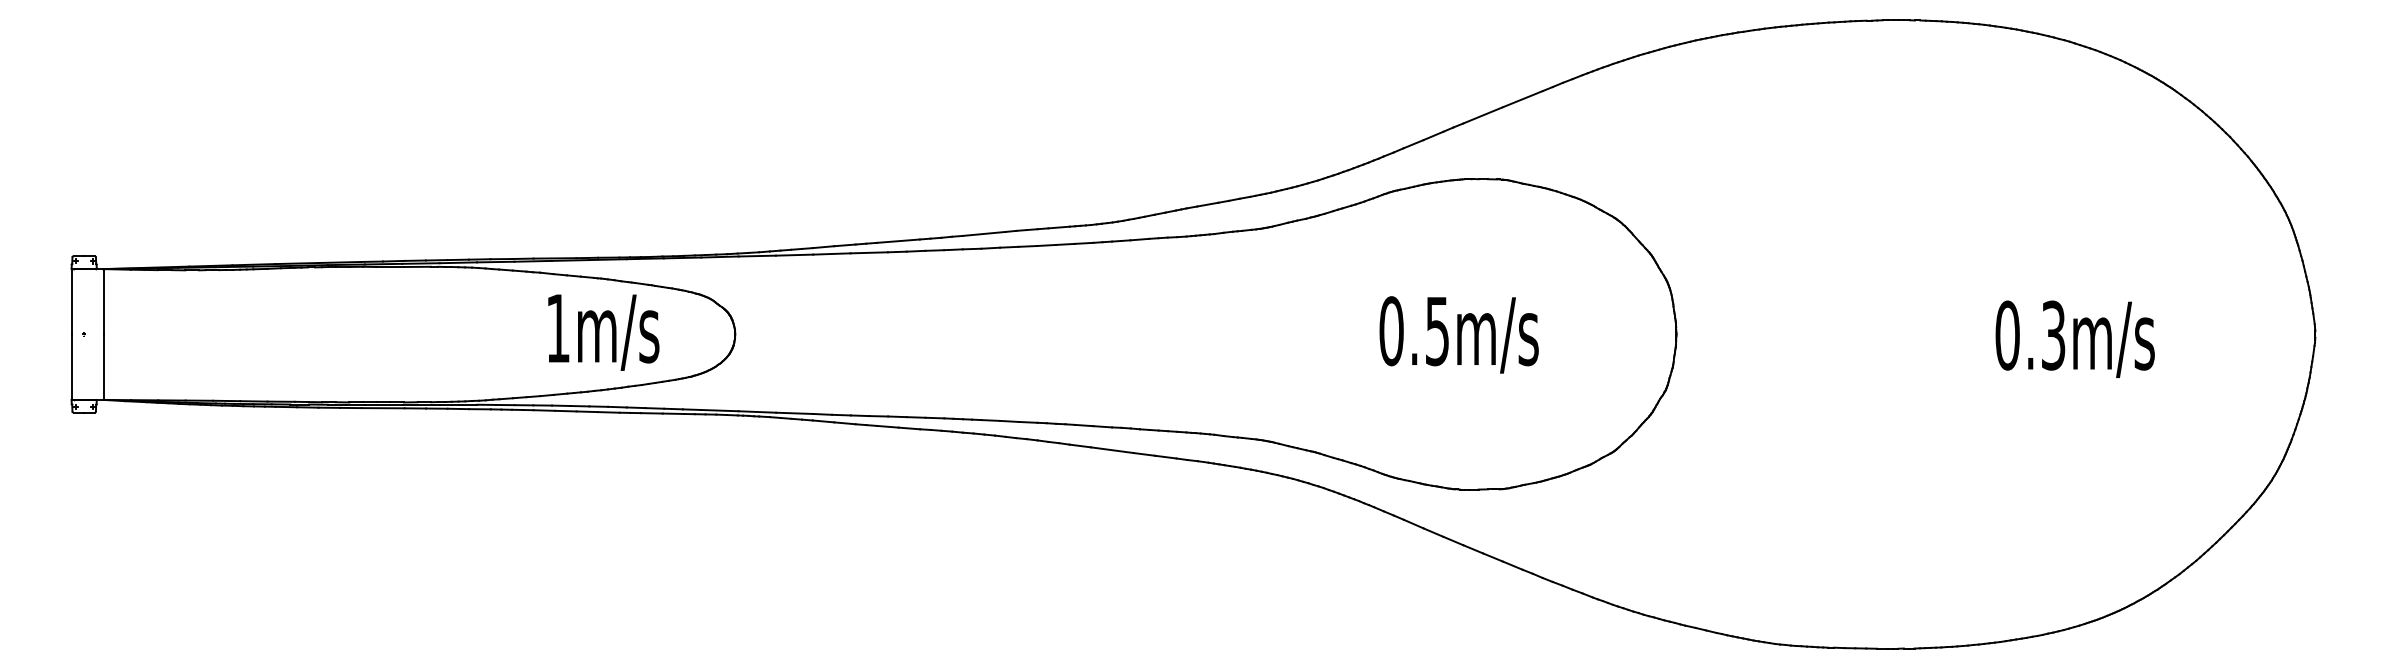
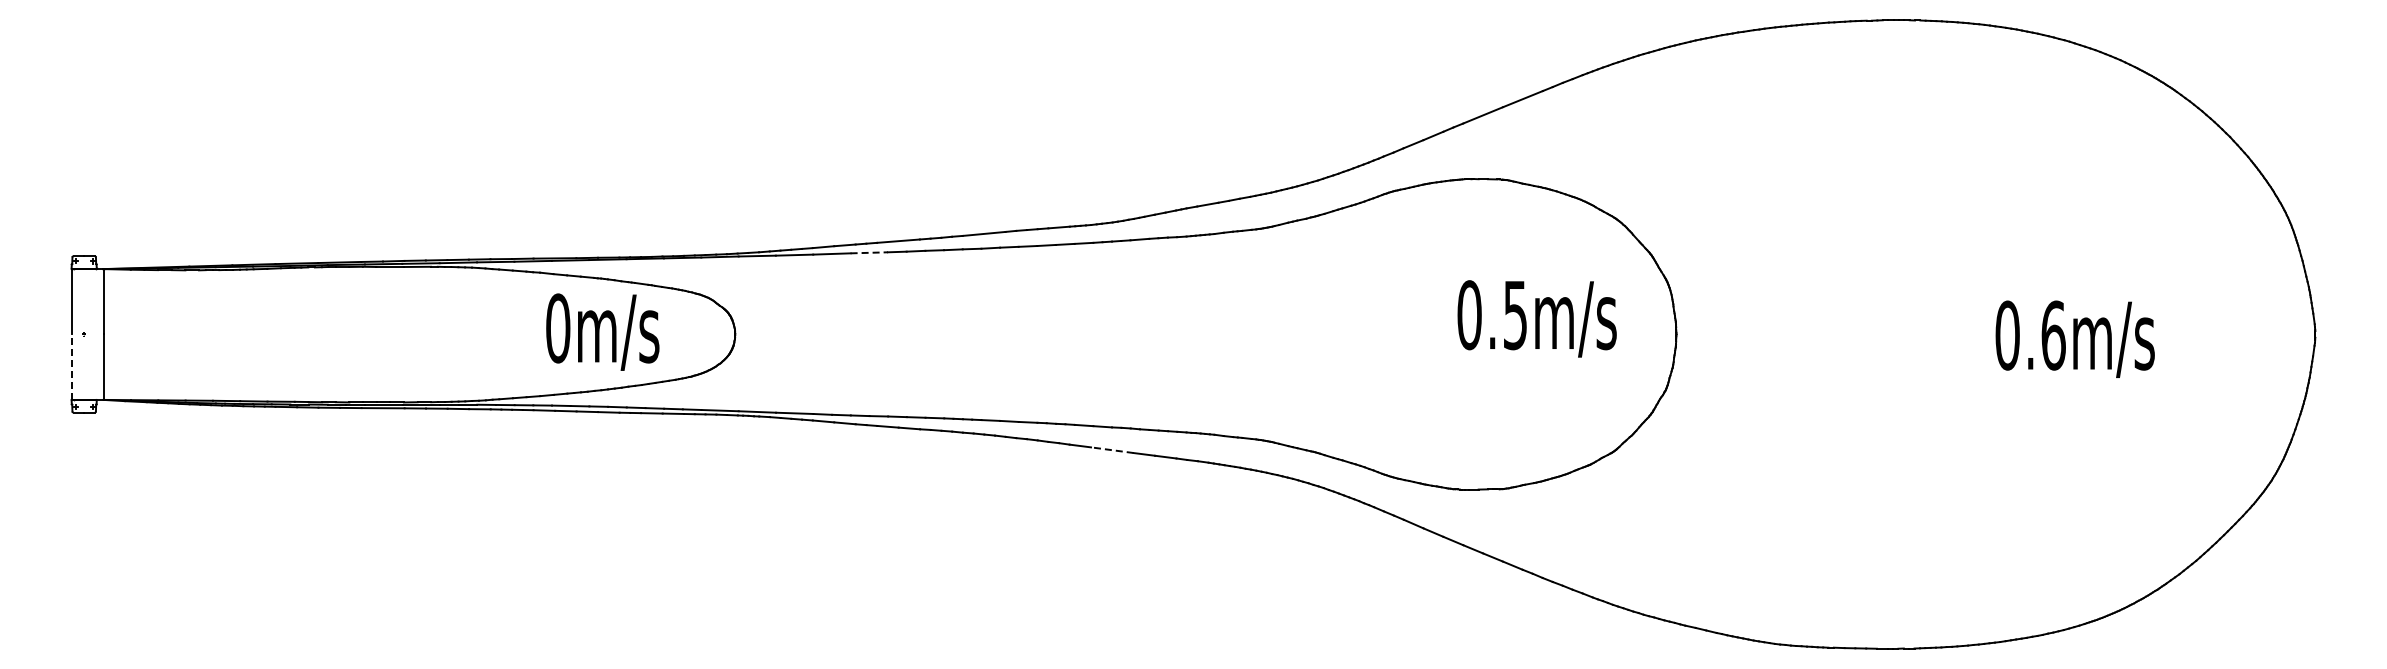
line at (869, 252): solid -> dashed
text at (558, 328): 1m/s -> 0m/s
text at (1458, 334) position: (1458, 334) -> (1536, 318)
text at (2053, 335): 0.3m/s -> 0.6m/s
line at (71, 367): solid -> dashed
line at (1112, 450): solid -> dashed
